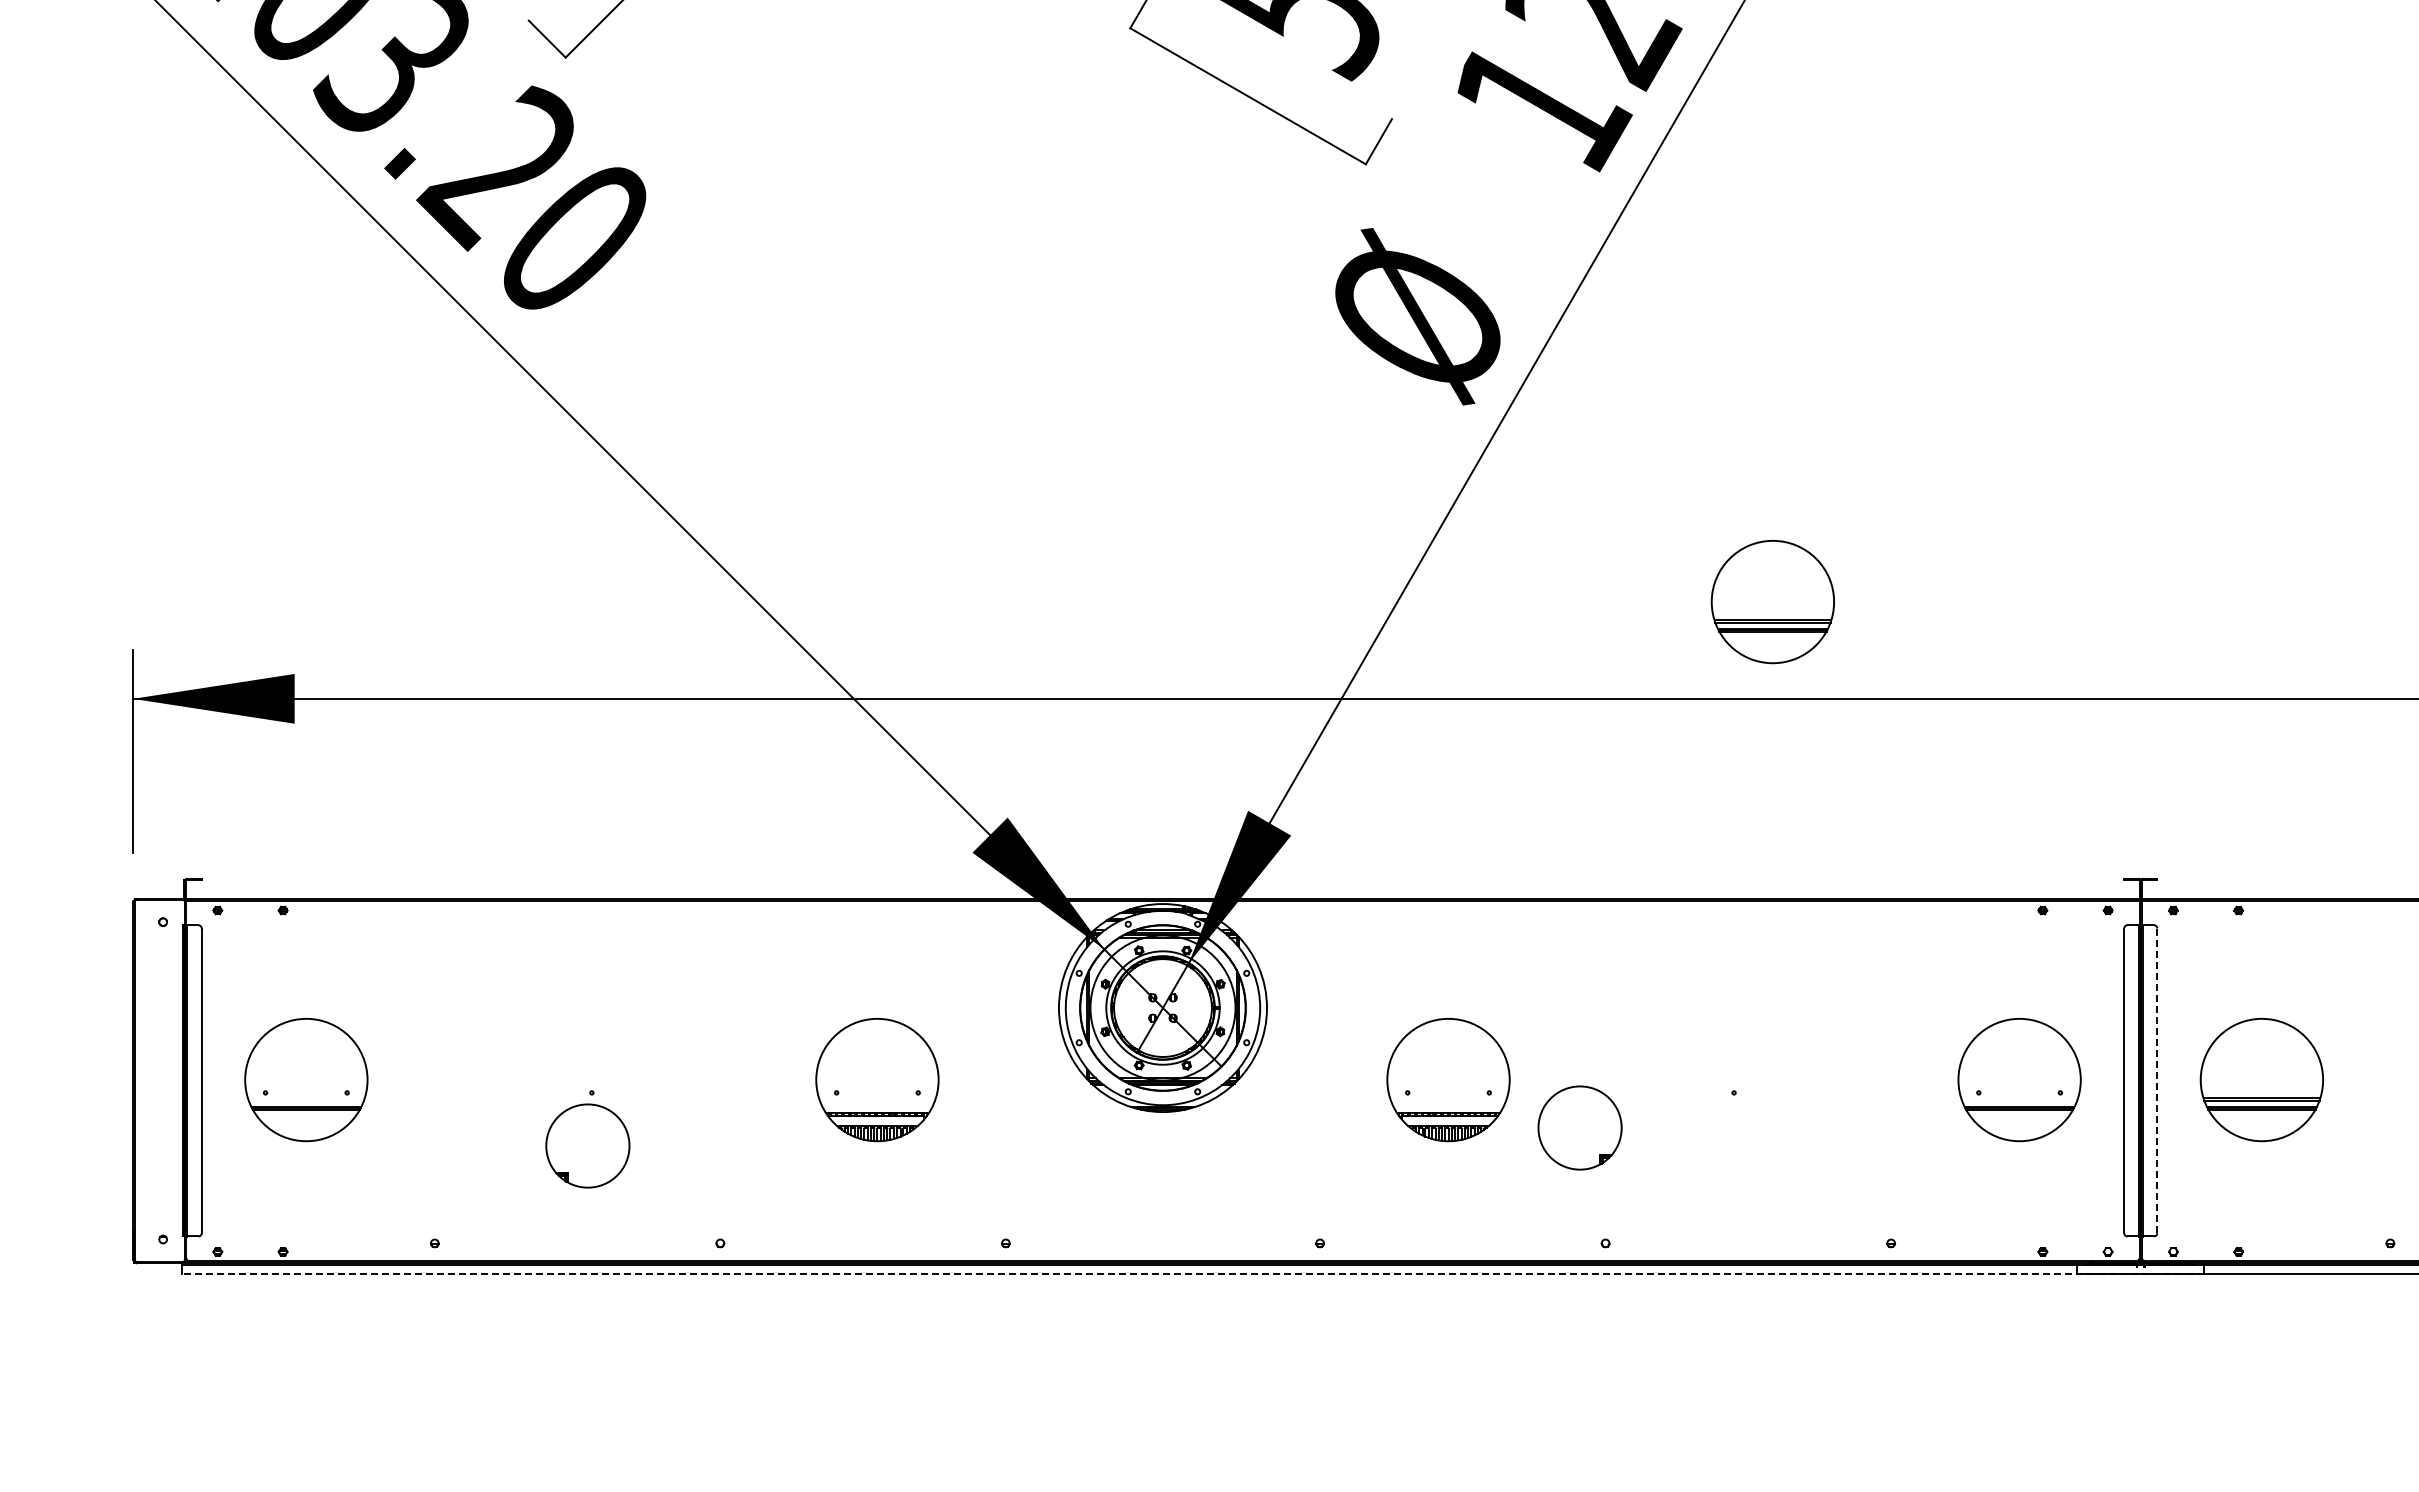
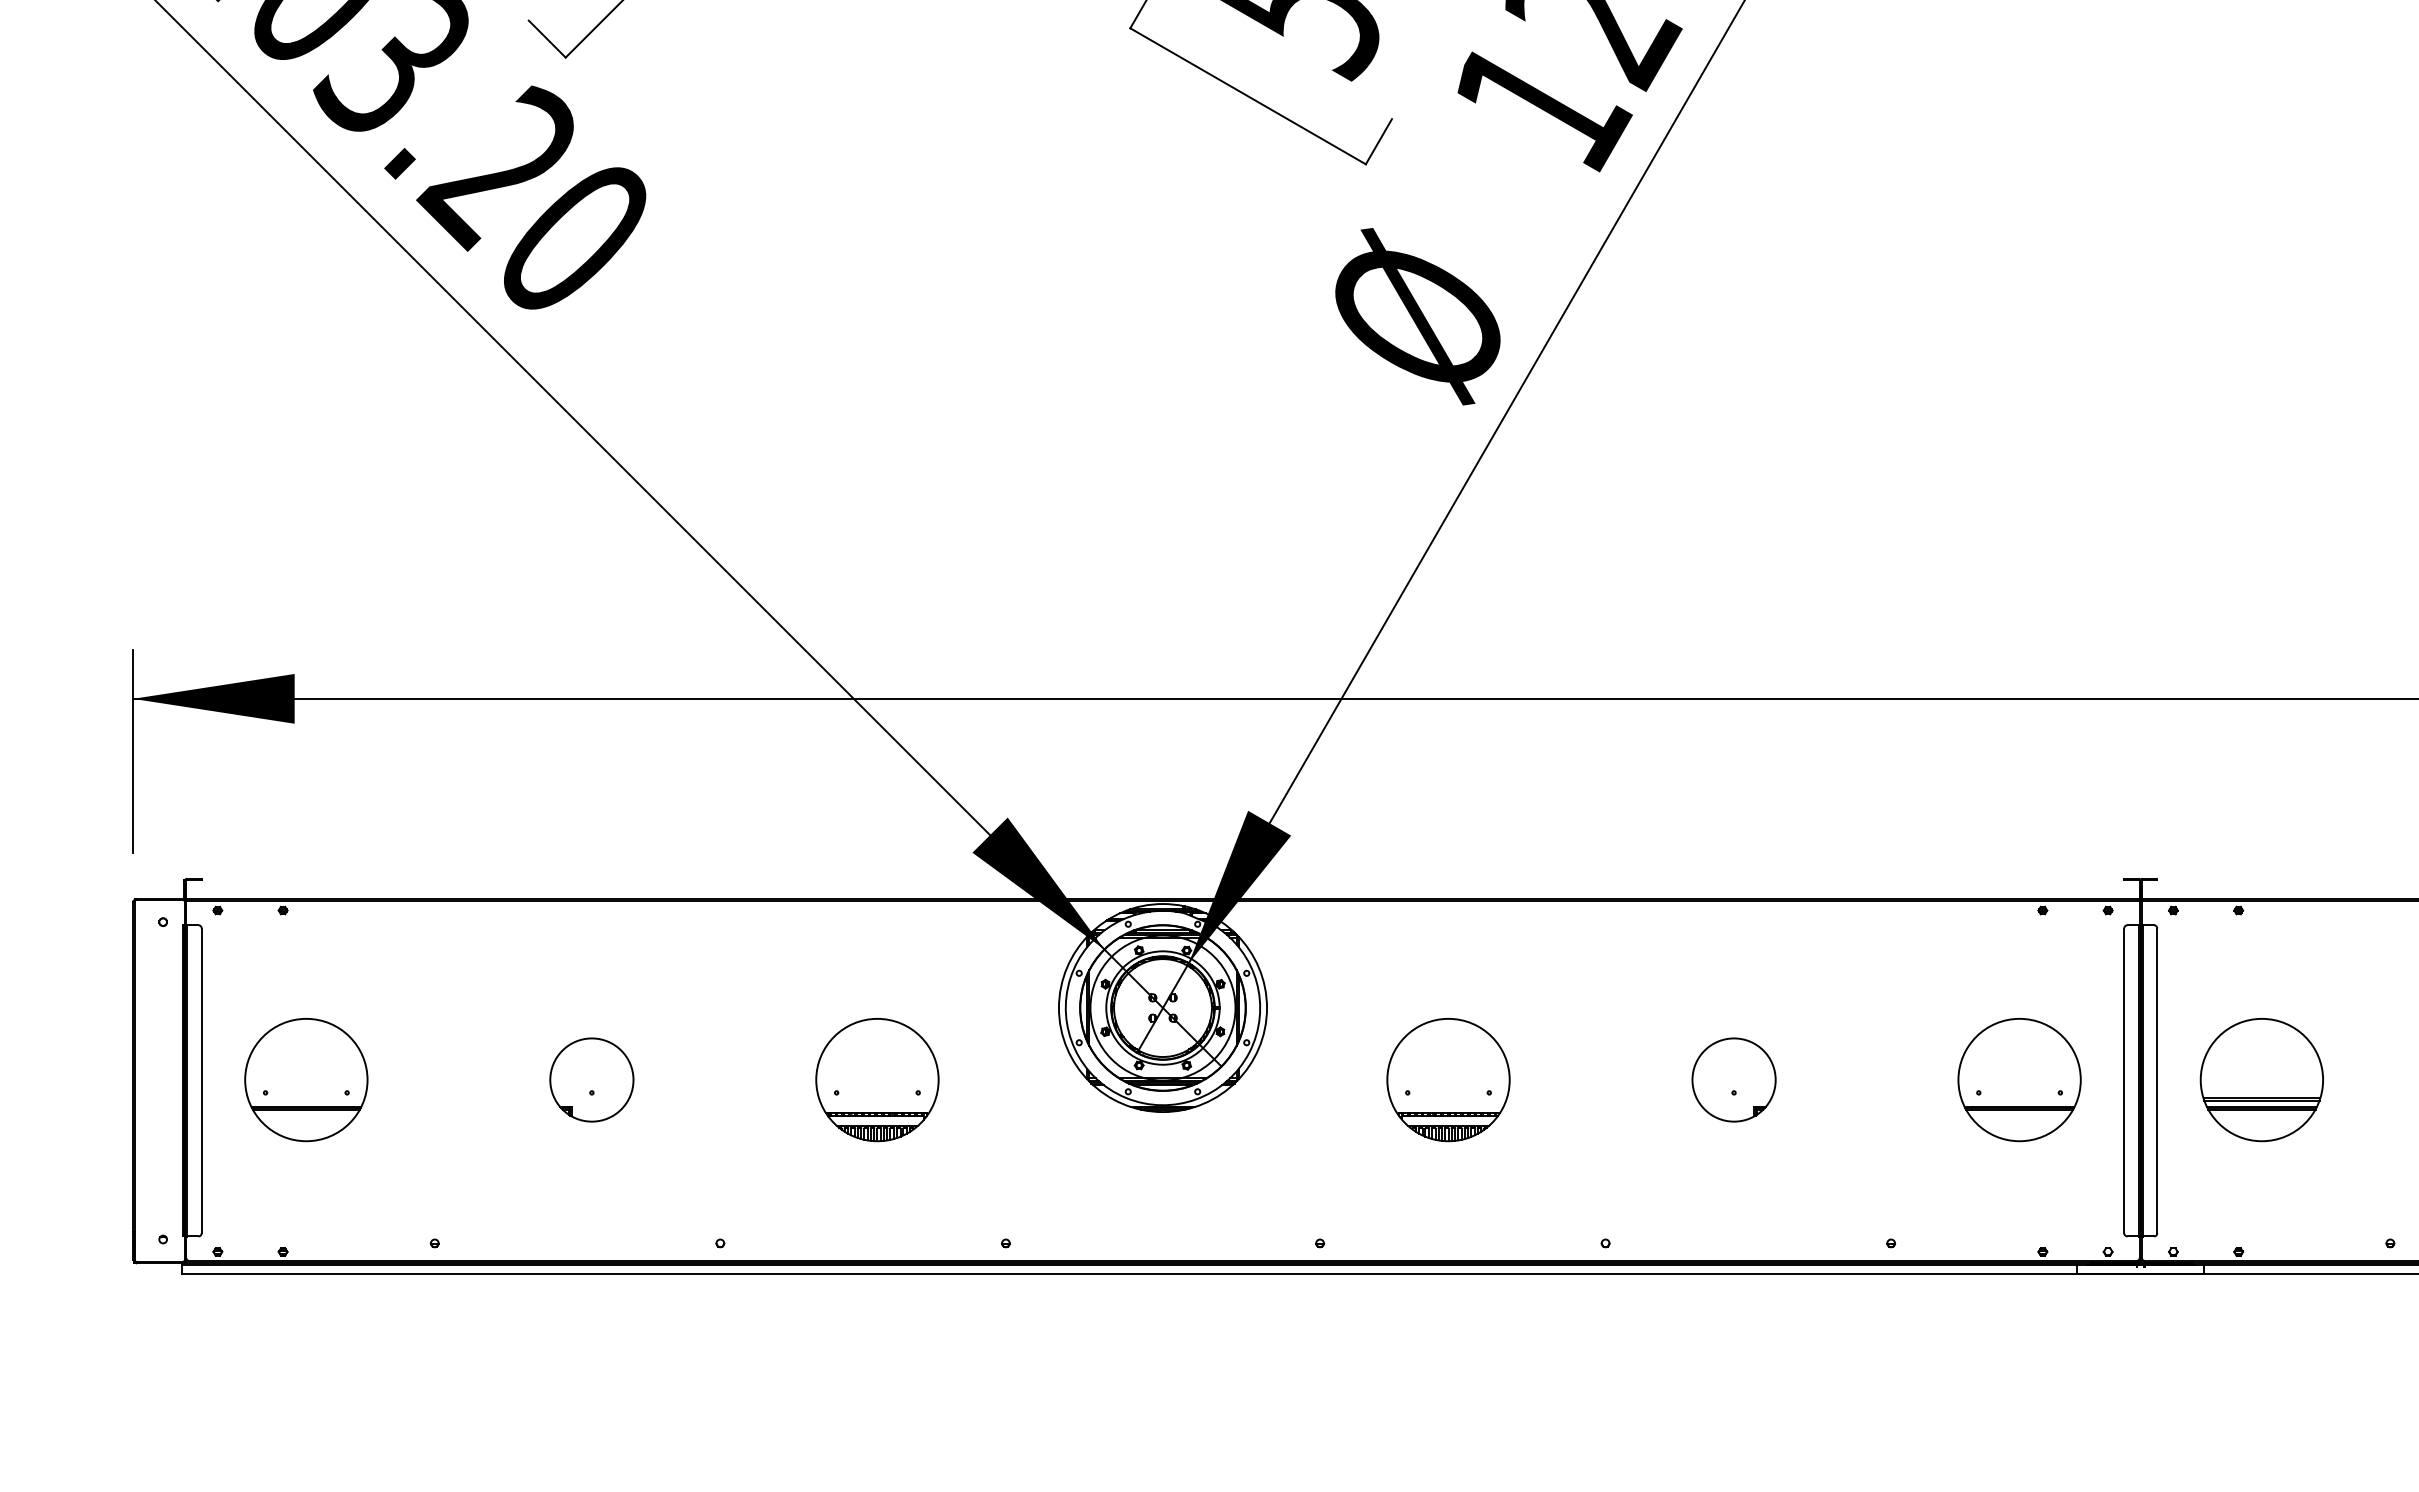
part at (1772, 602): present -> none
line at (2157, 1081): dashed -> solid
part at (1579, 1127) position: (1579, 1127) -> (1733, 1079)
part at (587, 1145) position: (587, 1145) -> (591, 1079)
line at (1192, 1274): dashed -> solid
